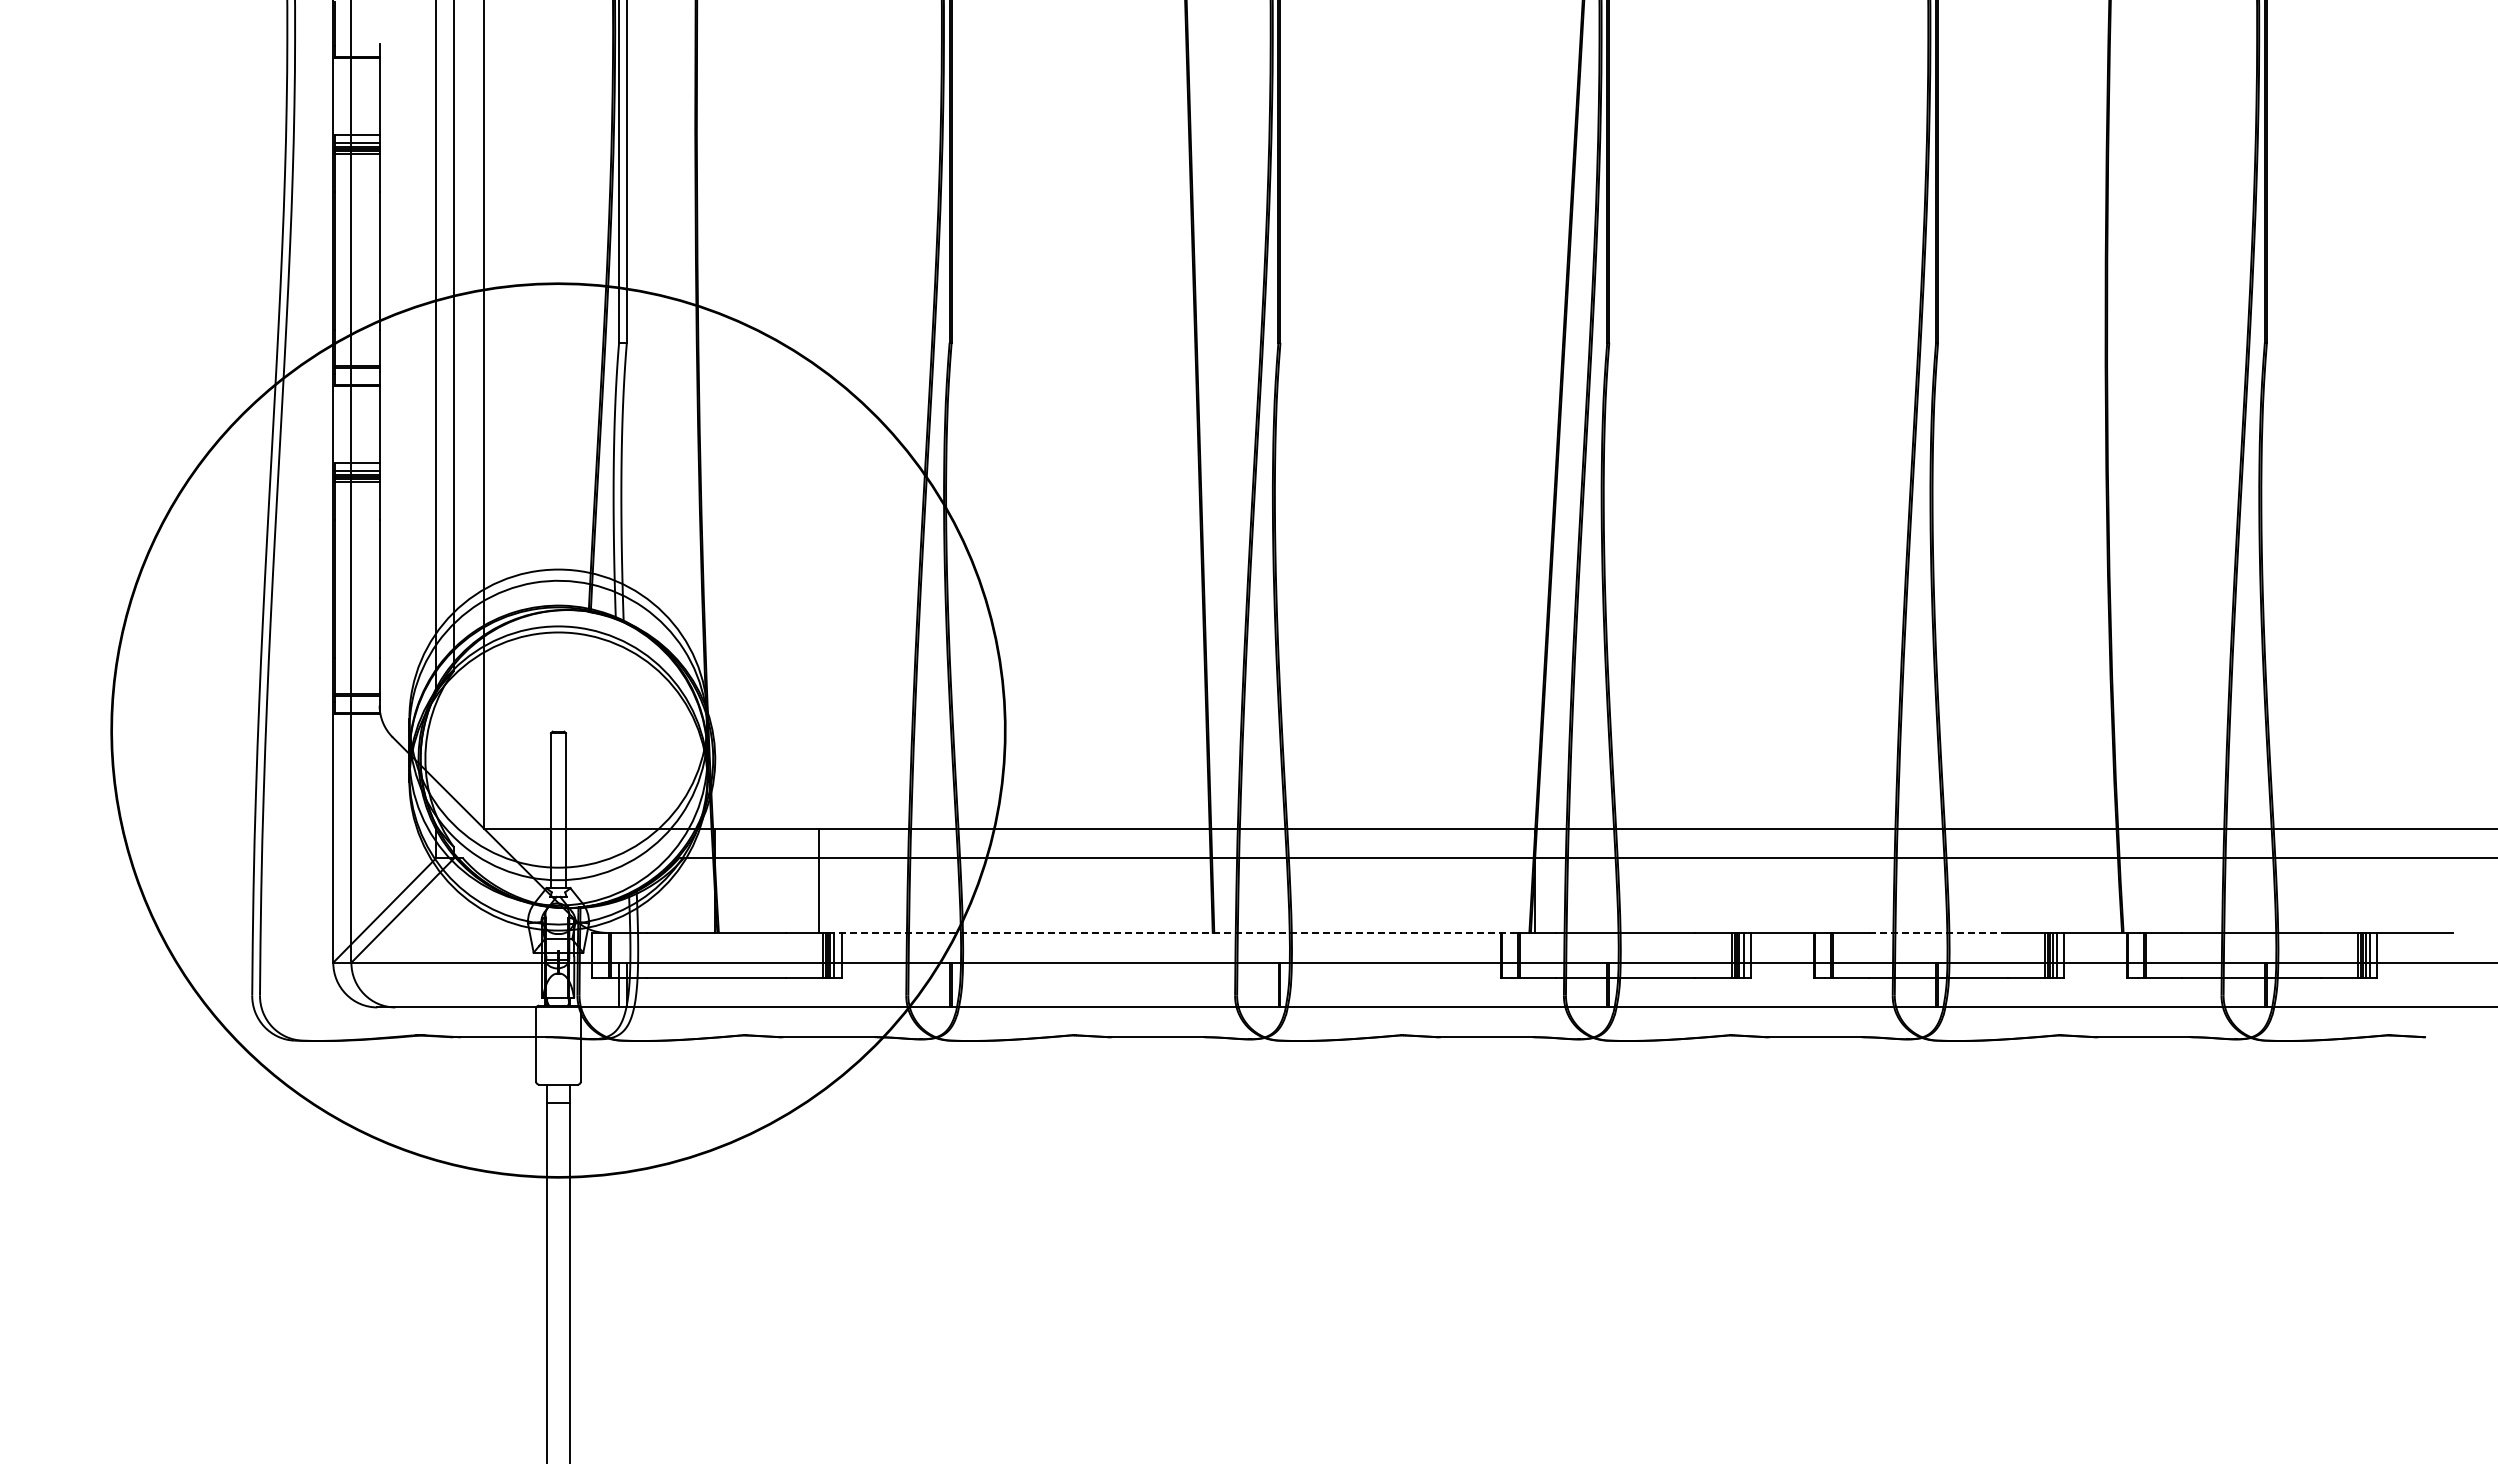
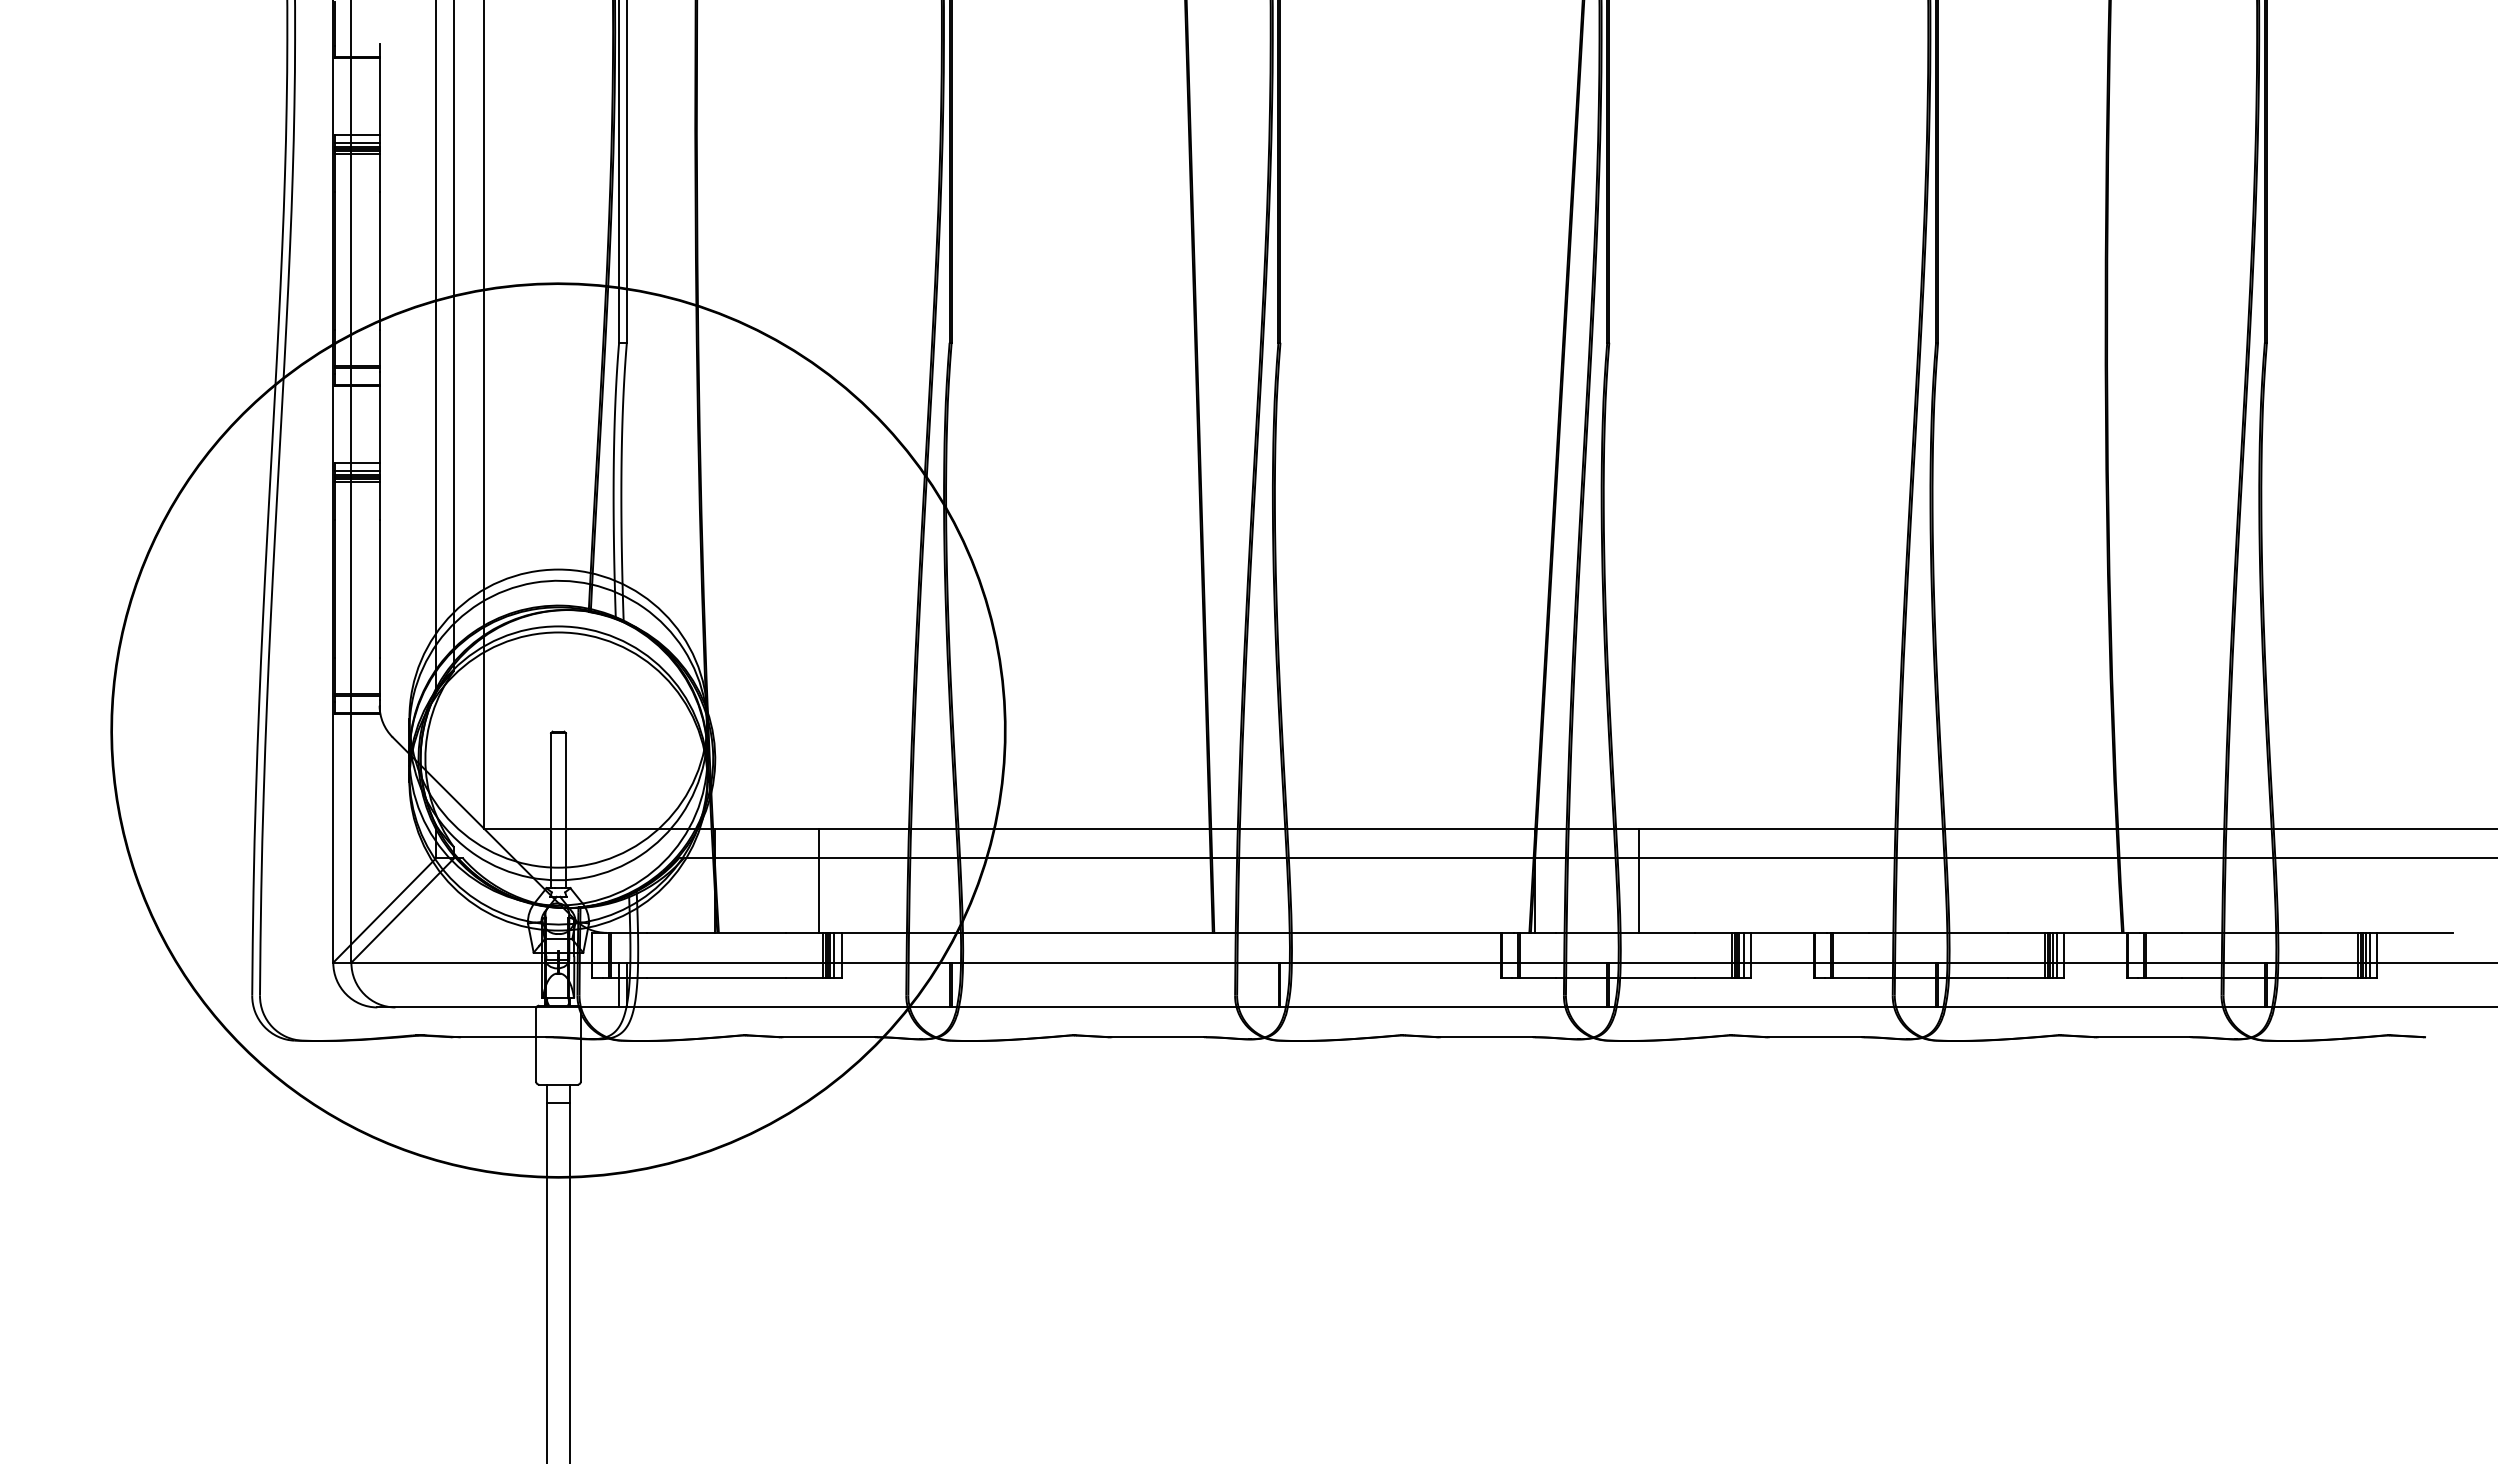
line at (1639, 880): none -> present
line at (1171, 932): dashed -> solid
line at (1938, 932): dashed -> solid
